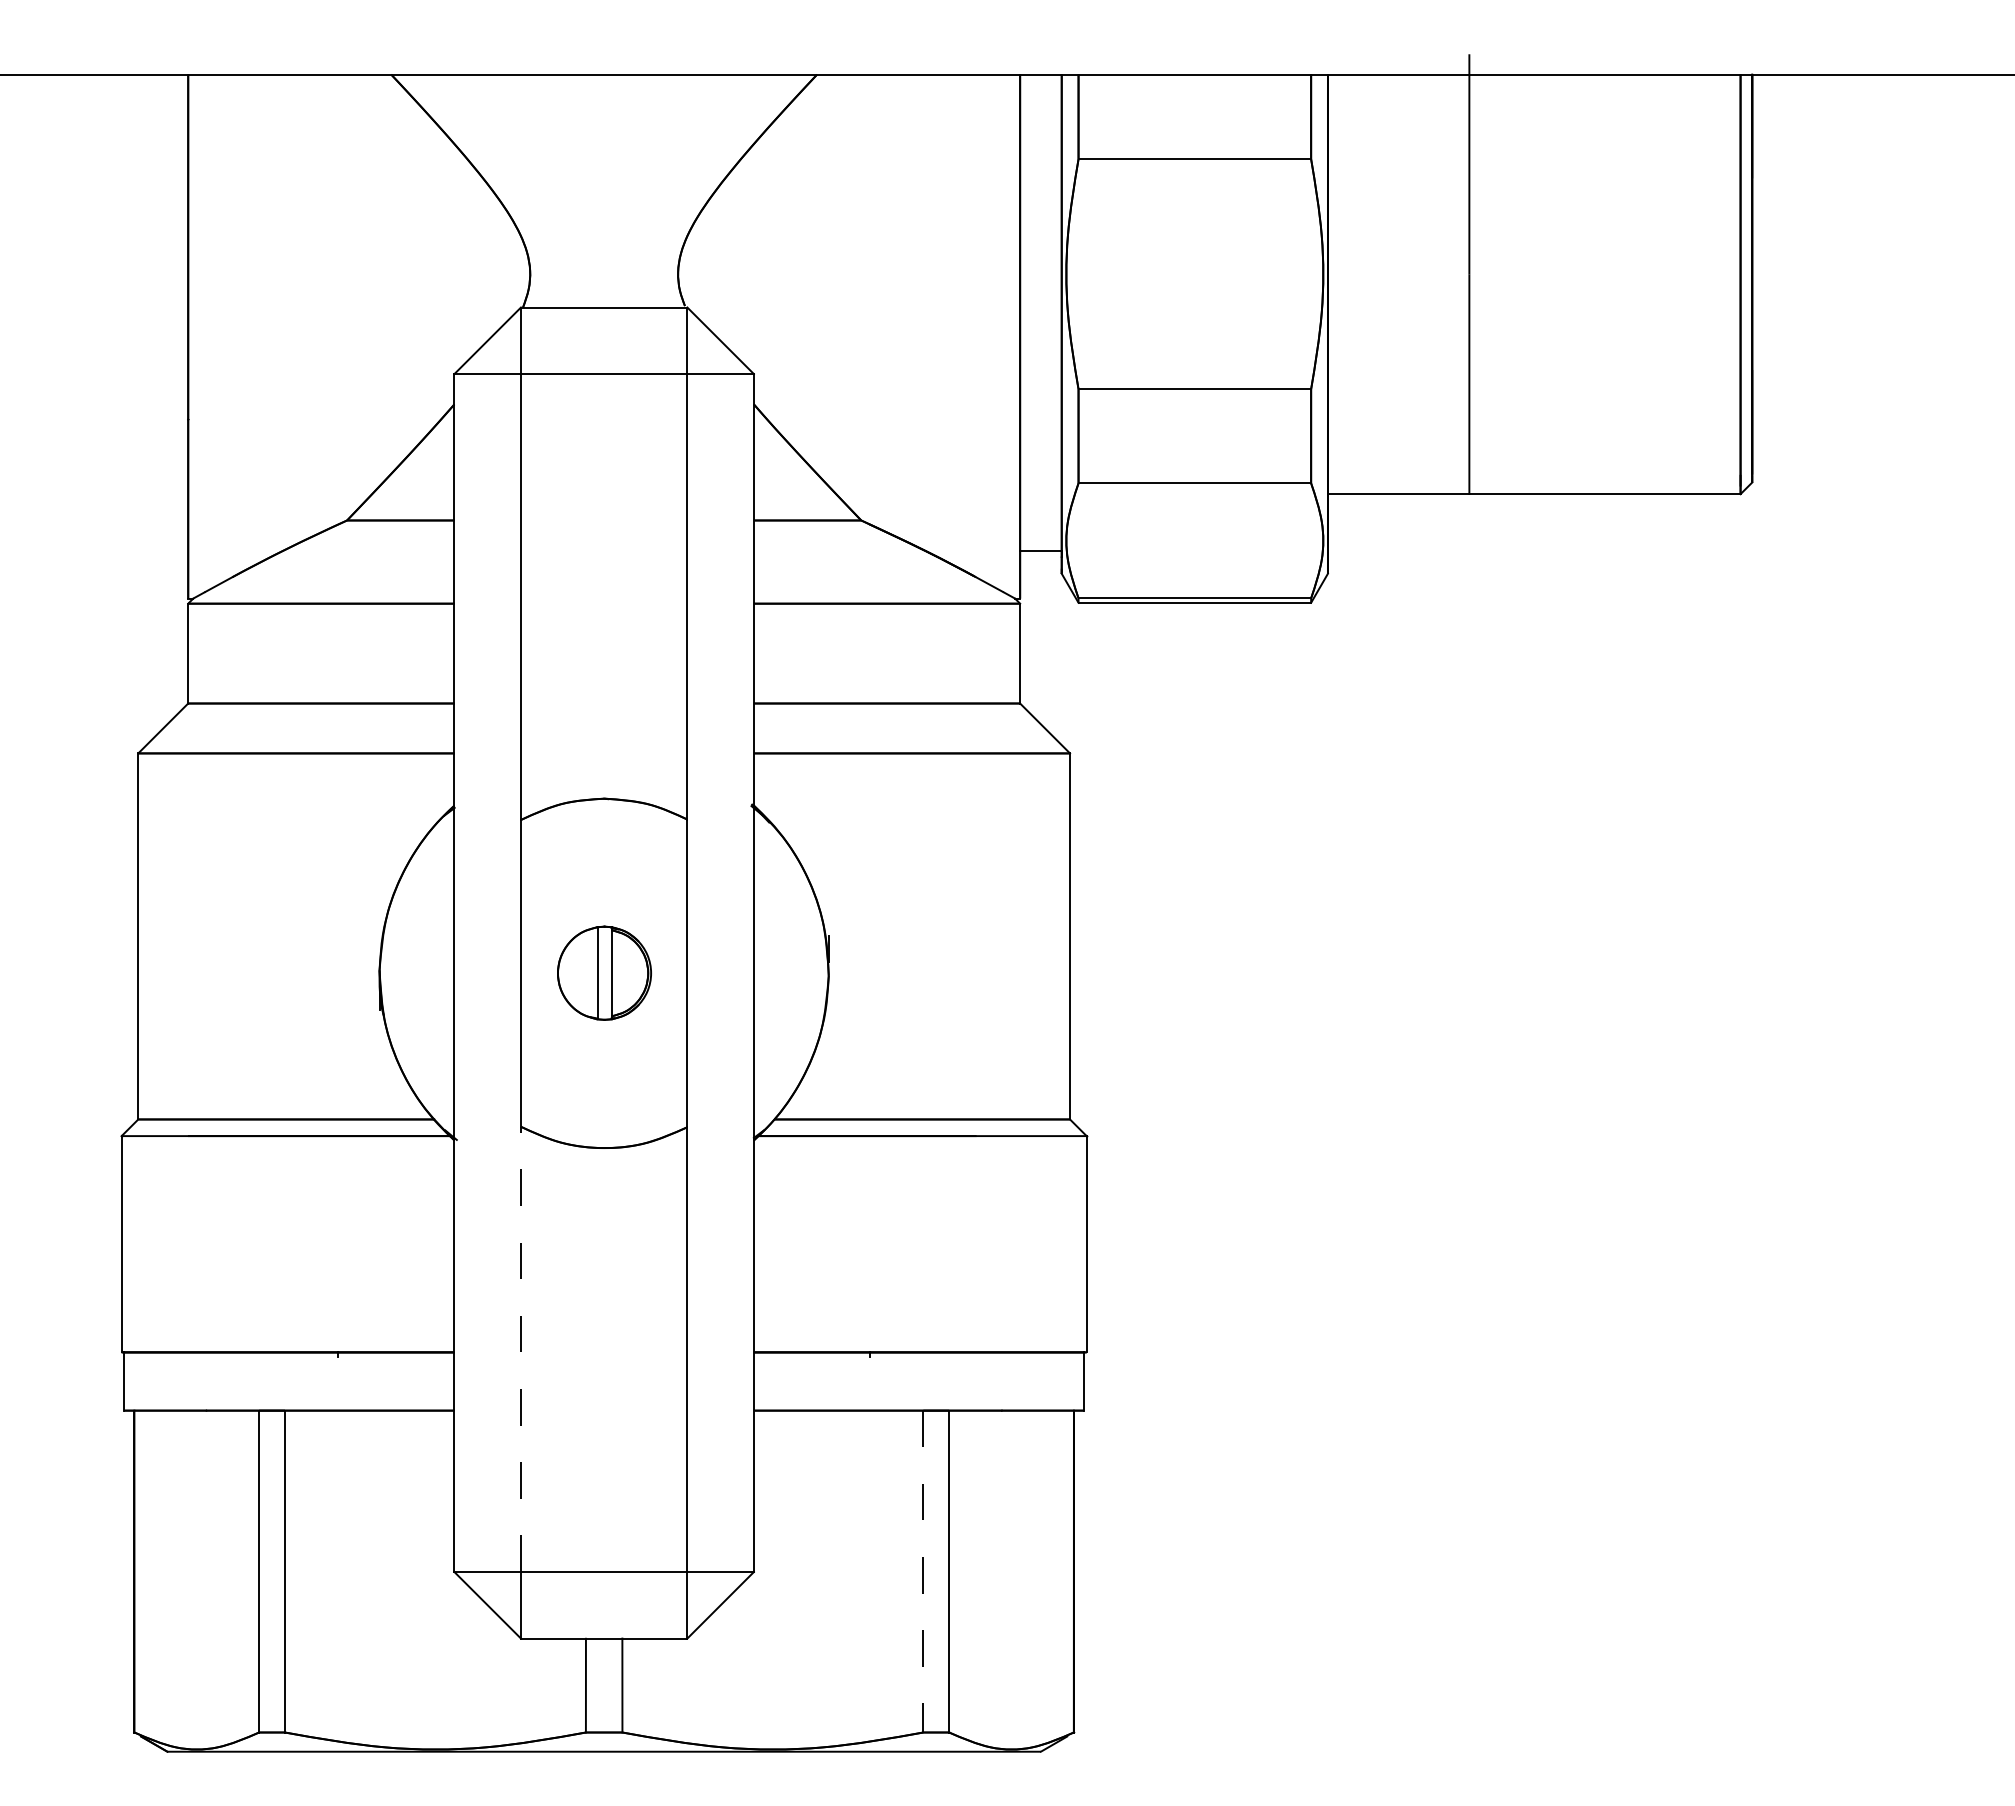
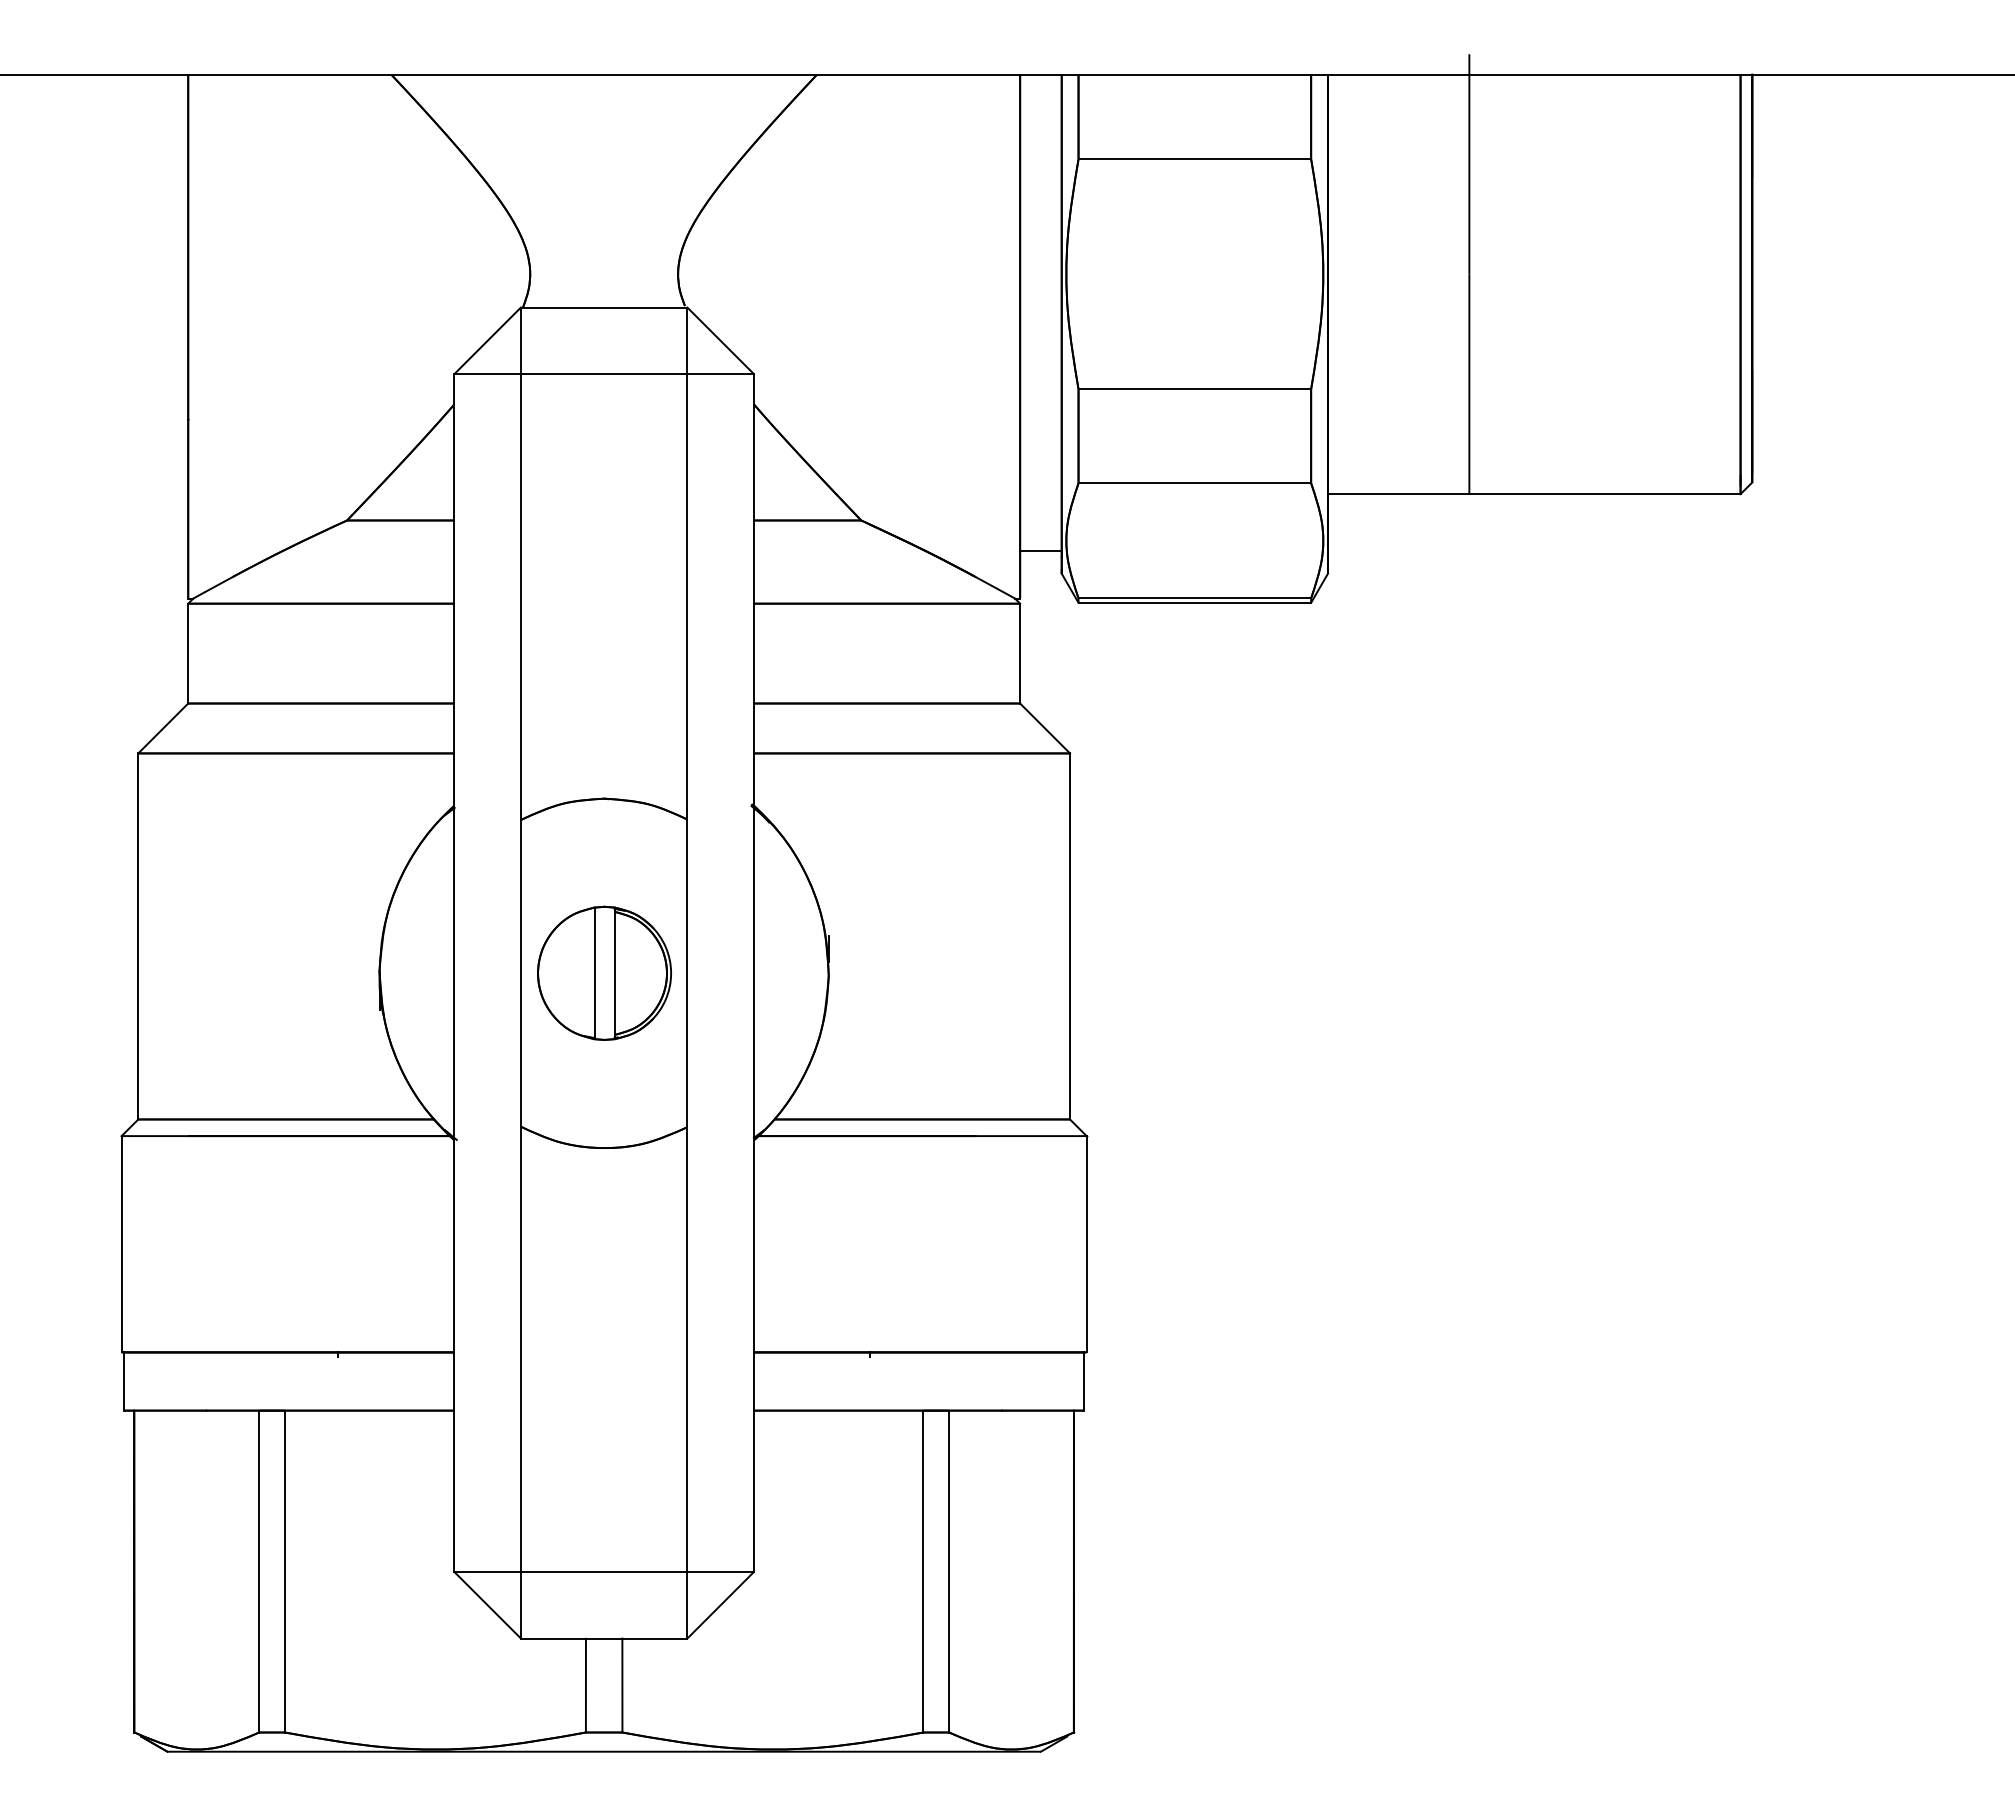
part at (604, 972) size: 95x96 px -> 135x136 px
line at (520, 1349): dashed -> solid
line at (923, 1571): dashed -> solid
